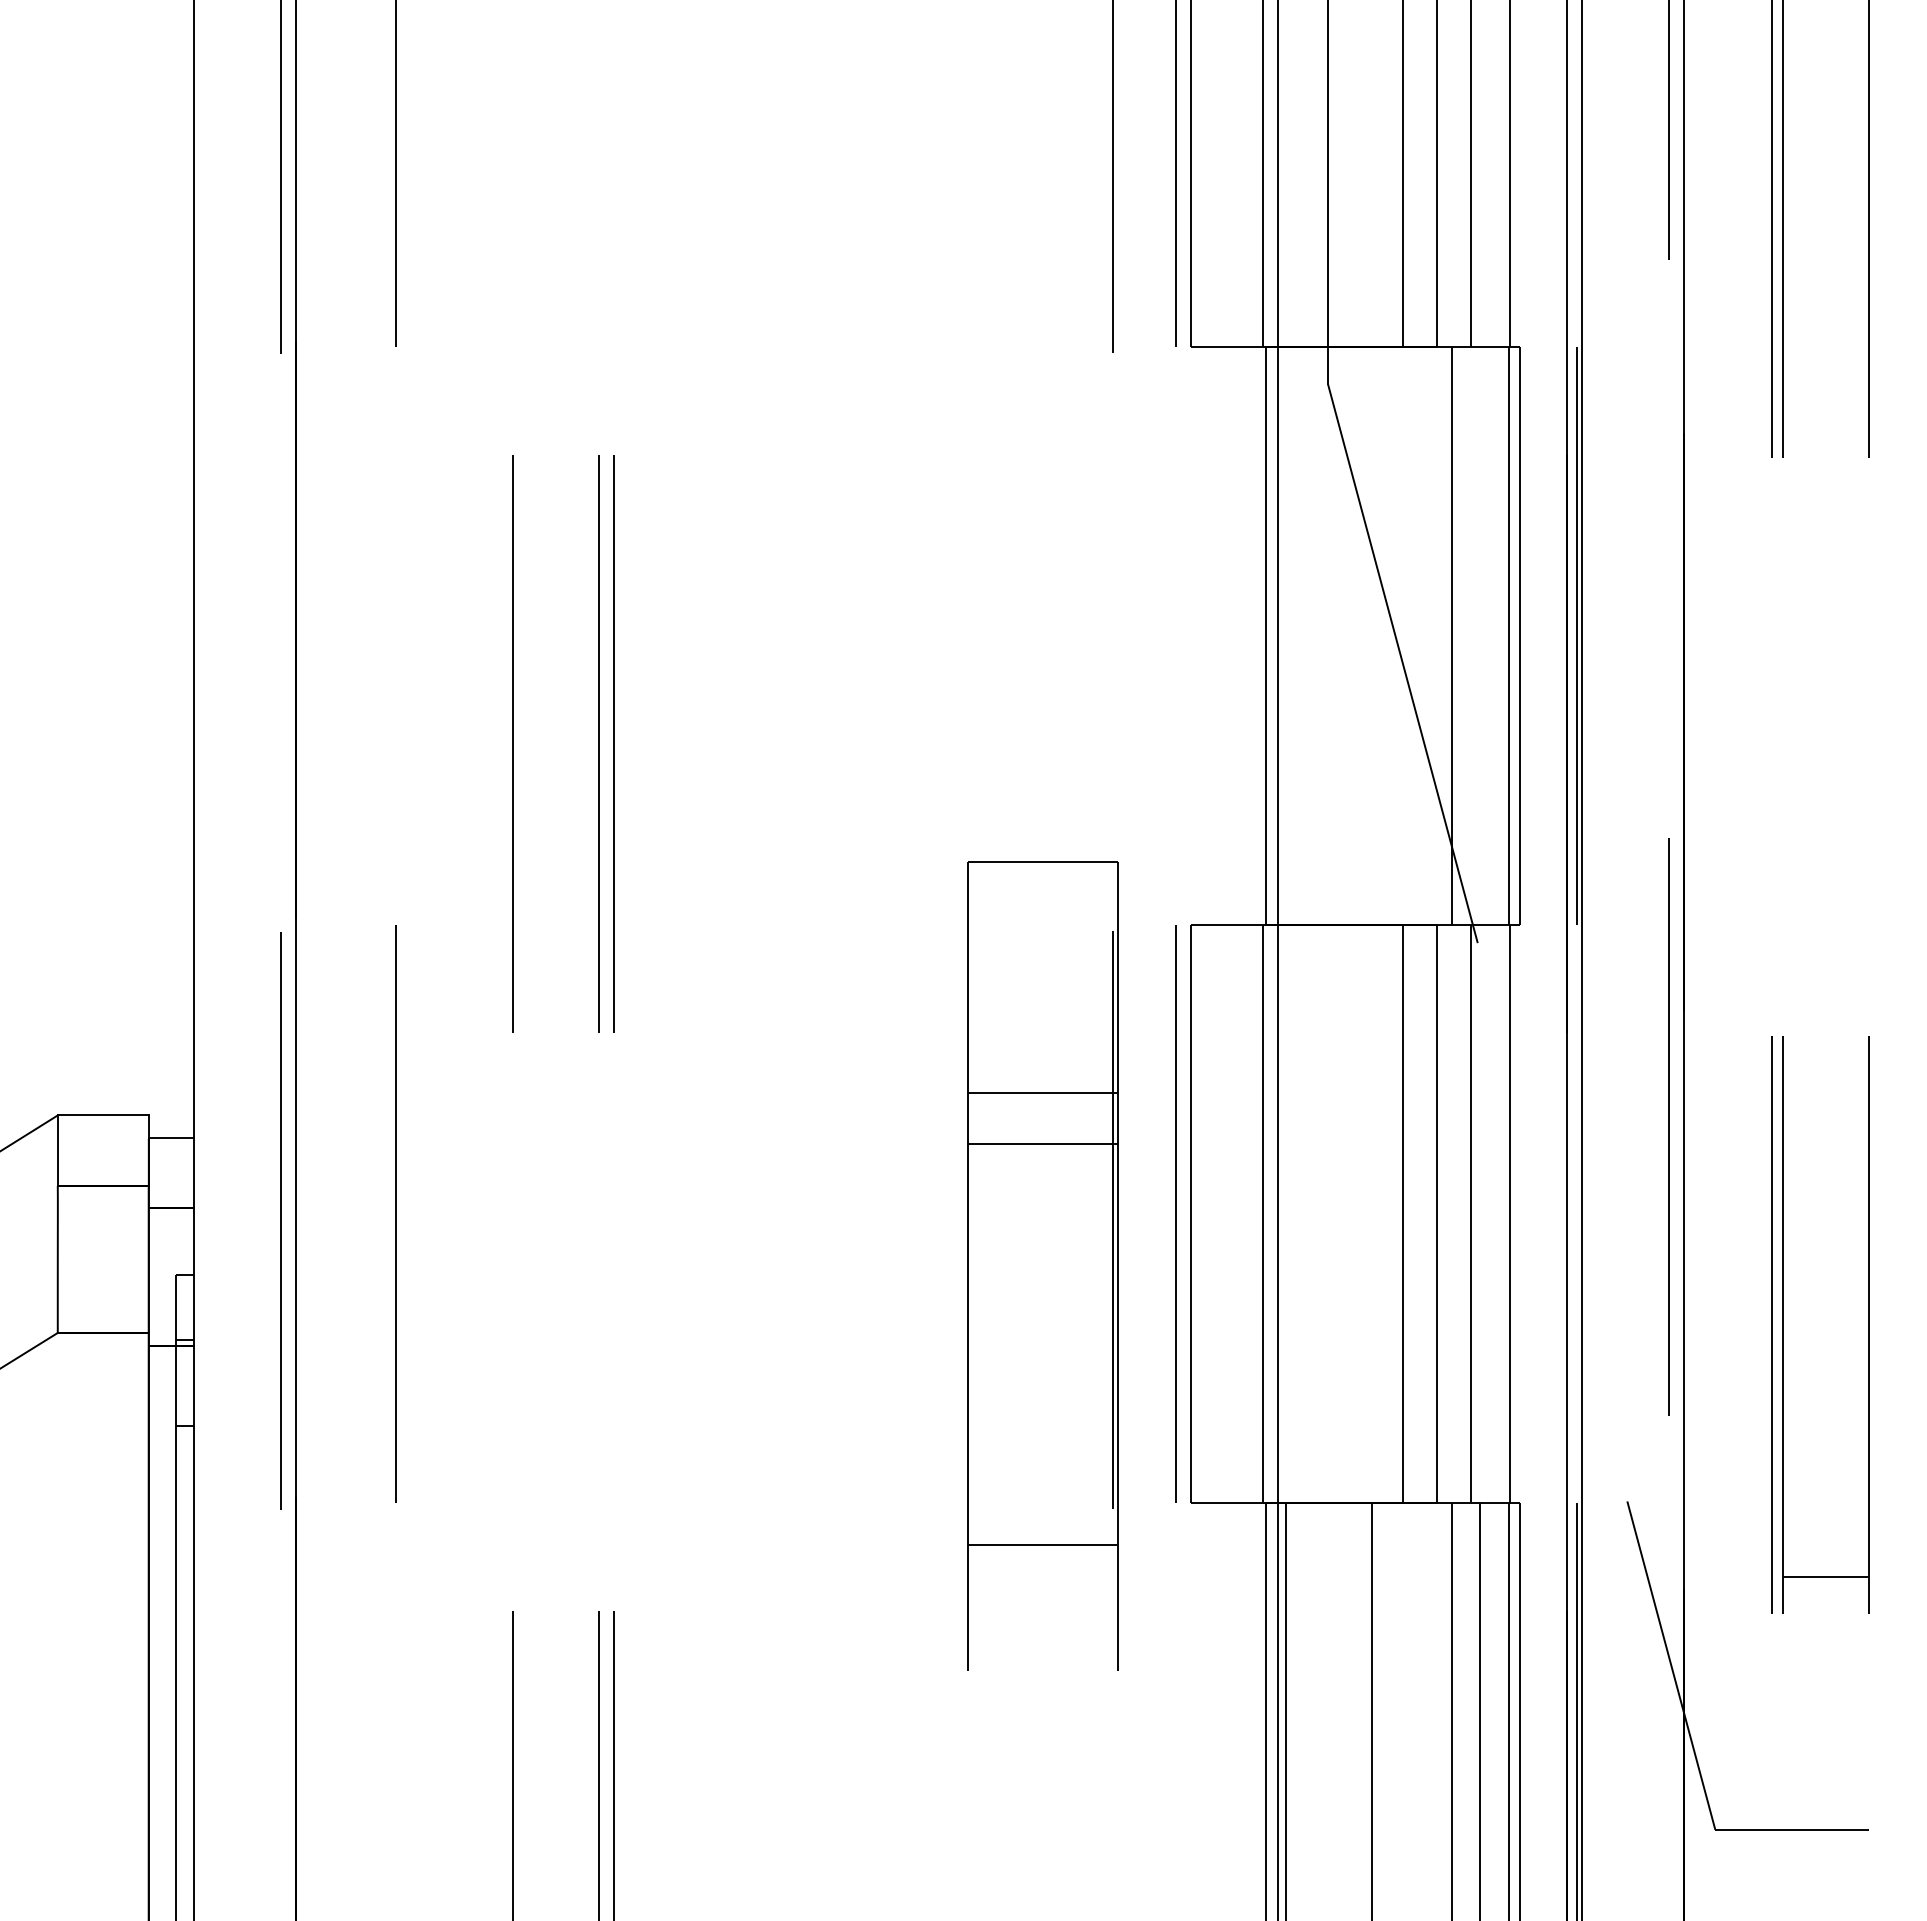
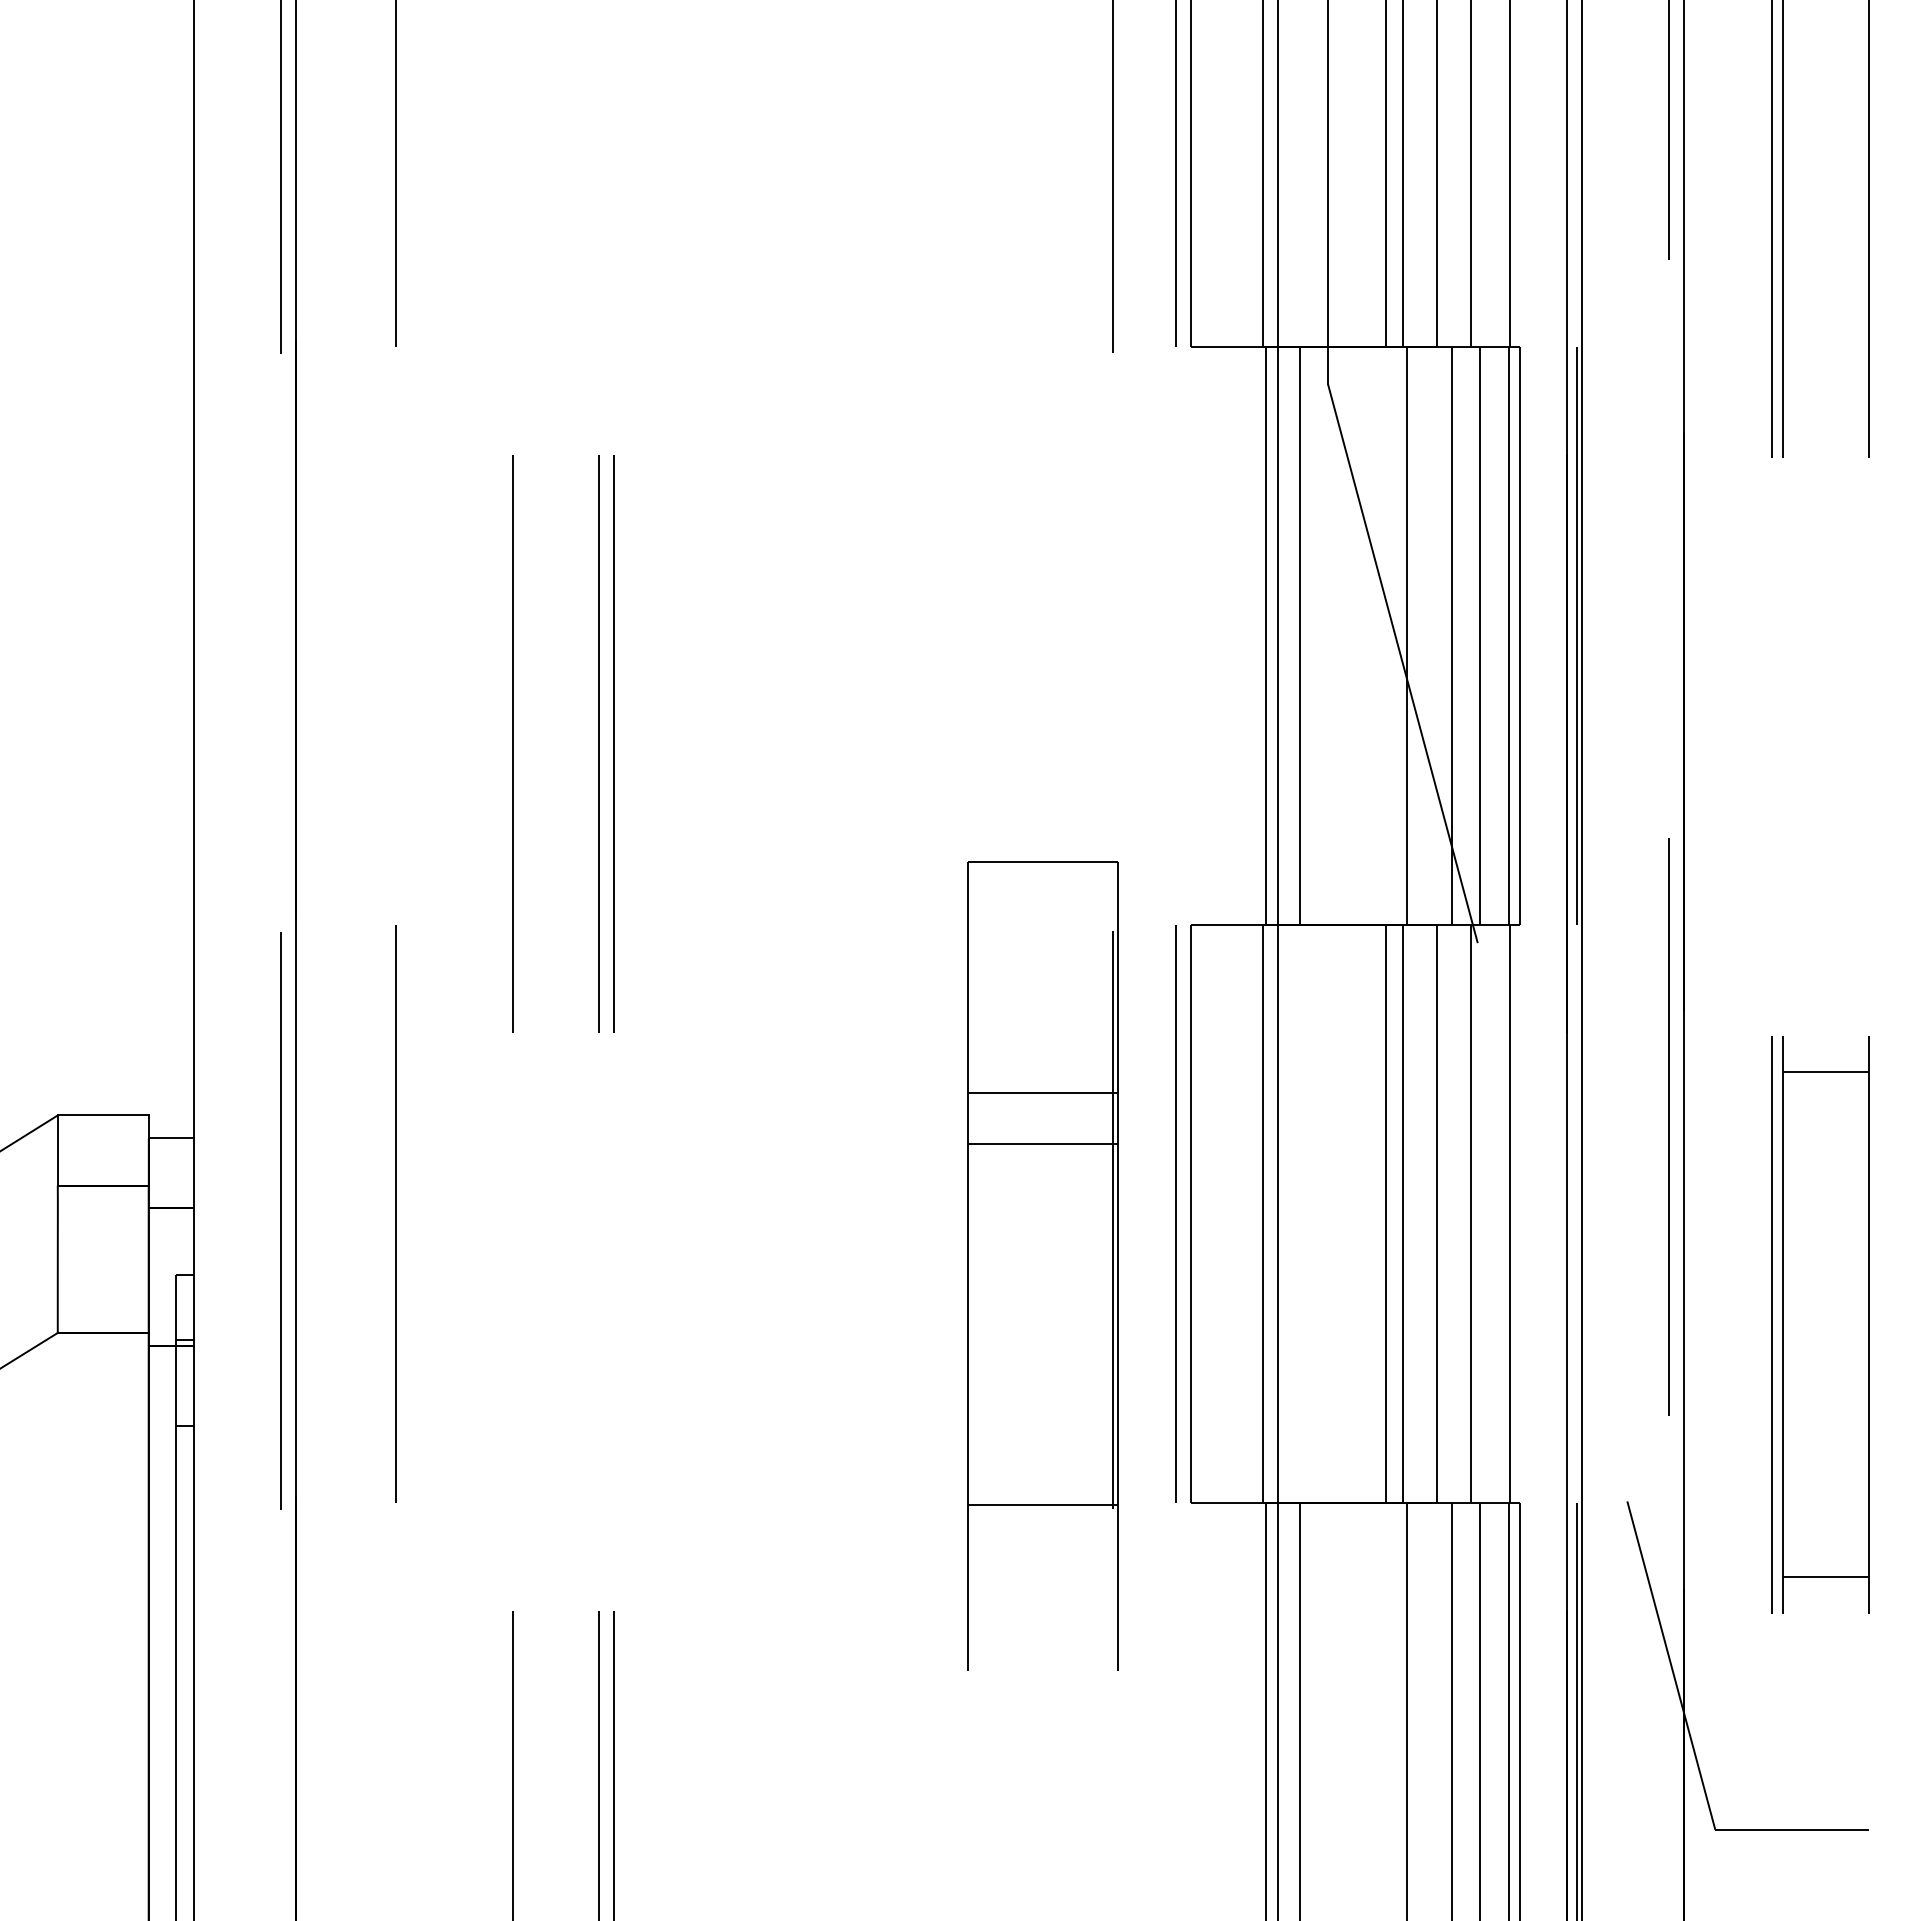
line at (1386, 174): none -> present
line at (1300, 635): none -> present
line at (1407, 635): none -> present
line at (1479, 635): none -> present
line at (1825, 1072): none -> present
line at (1386, 1213): none -> present
line at (1043, 1545) position: (1043, 1545) -> (1043, 1505)
line at (1286, 1709) position: (1286, 1709) -> (1300, 1709)
line at (1372, 1709) position: (1372, 1709) -> (1407, 1709)
